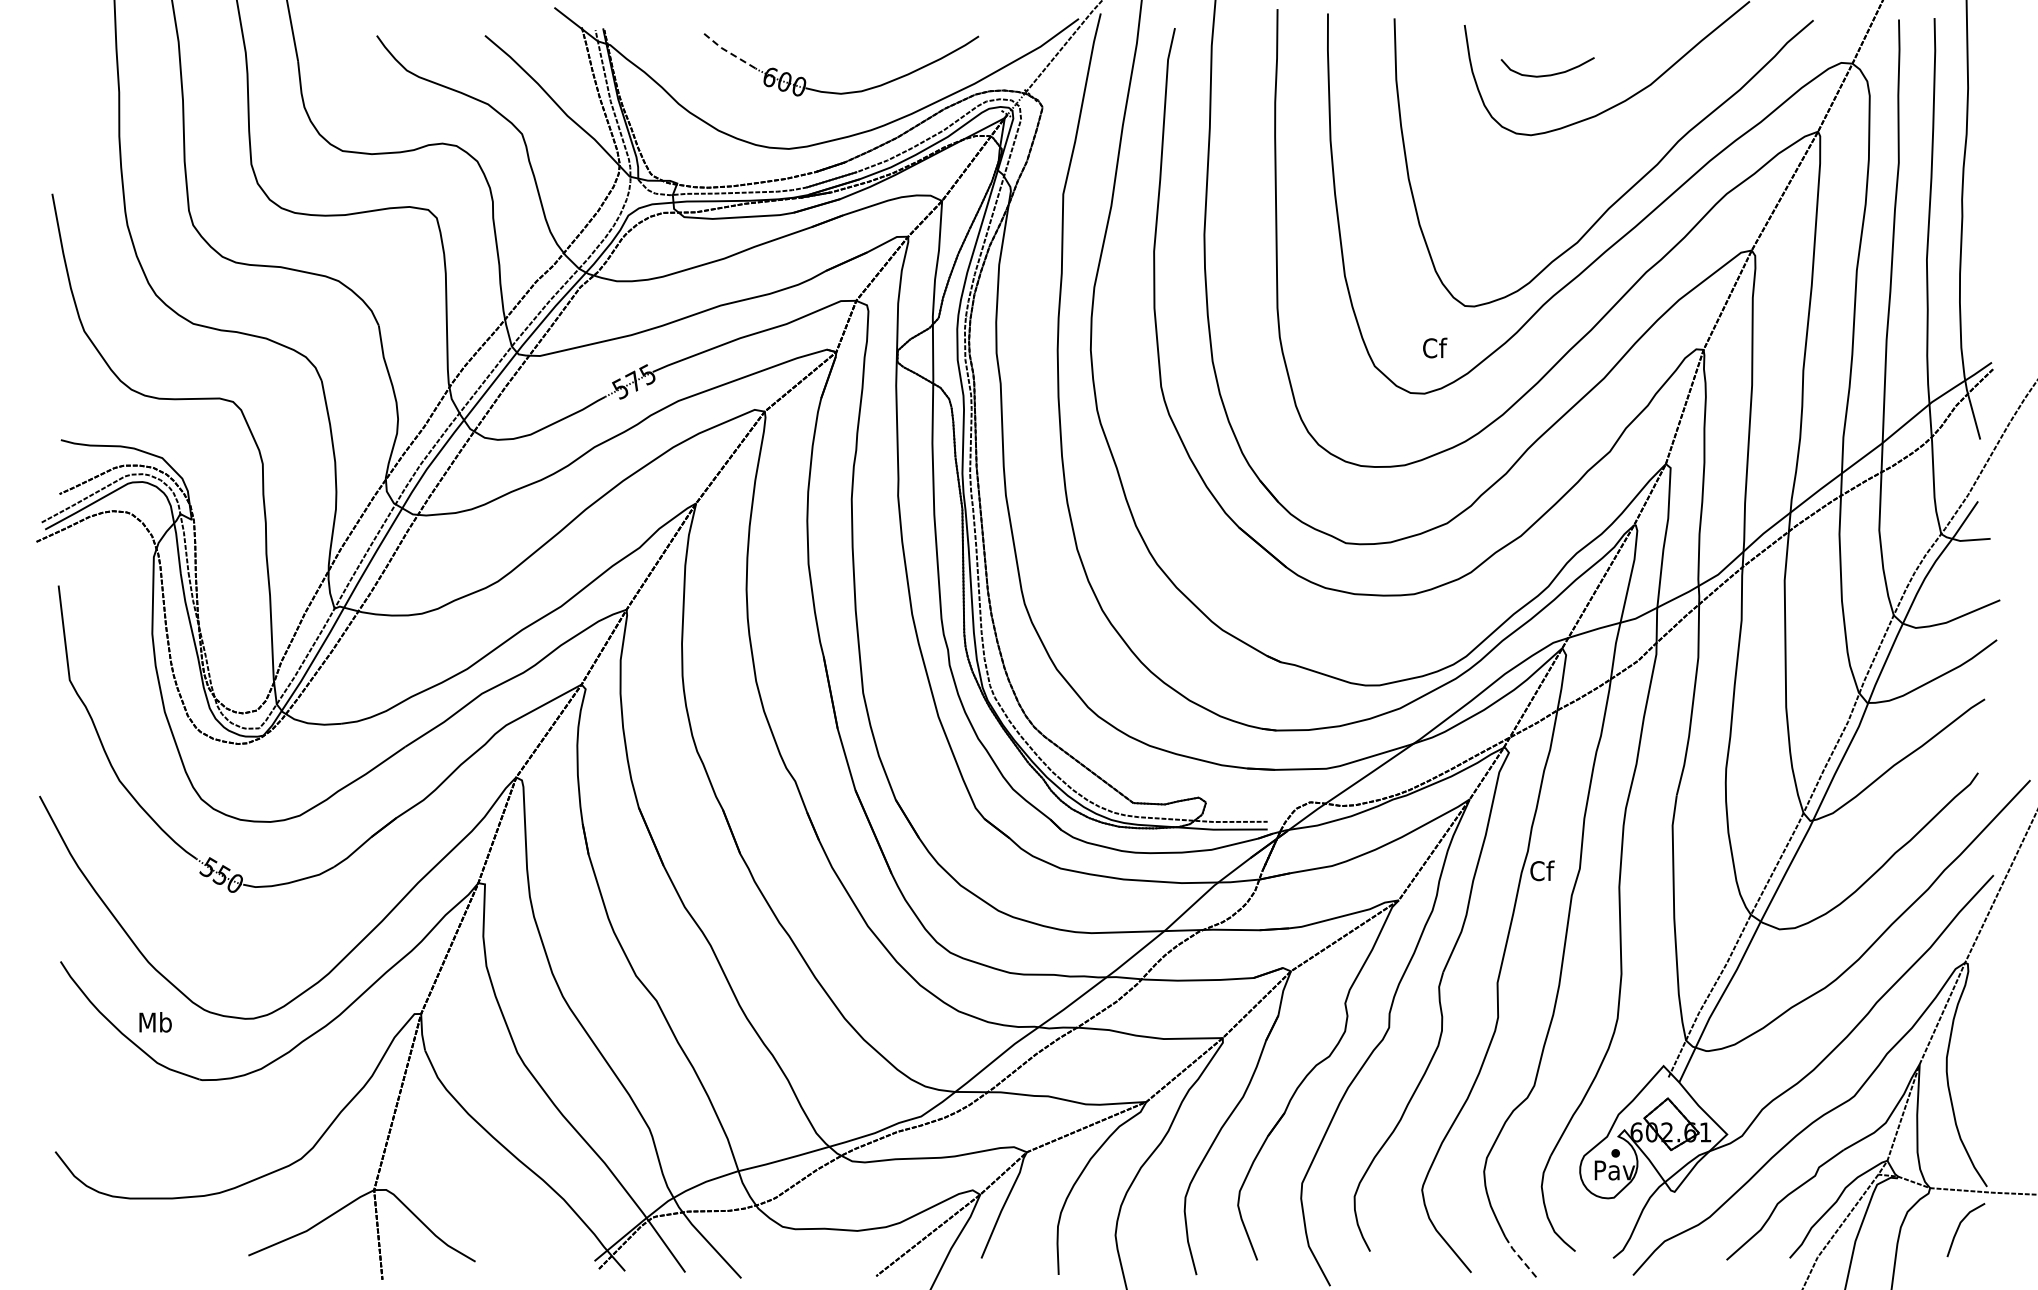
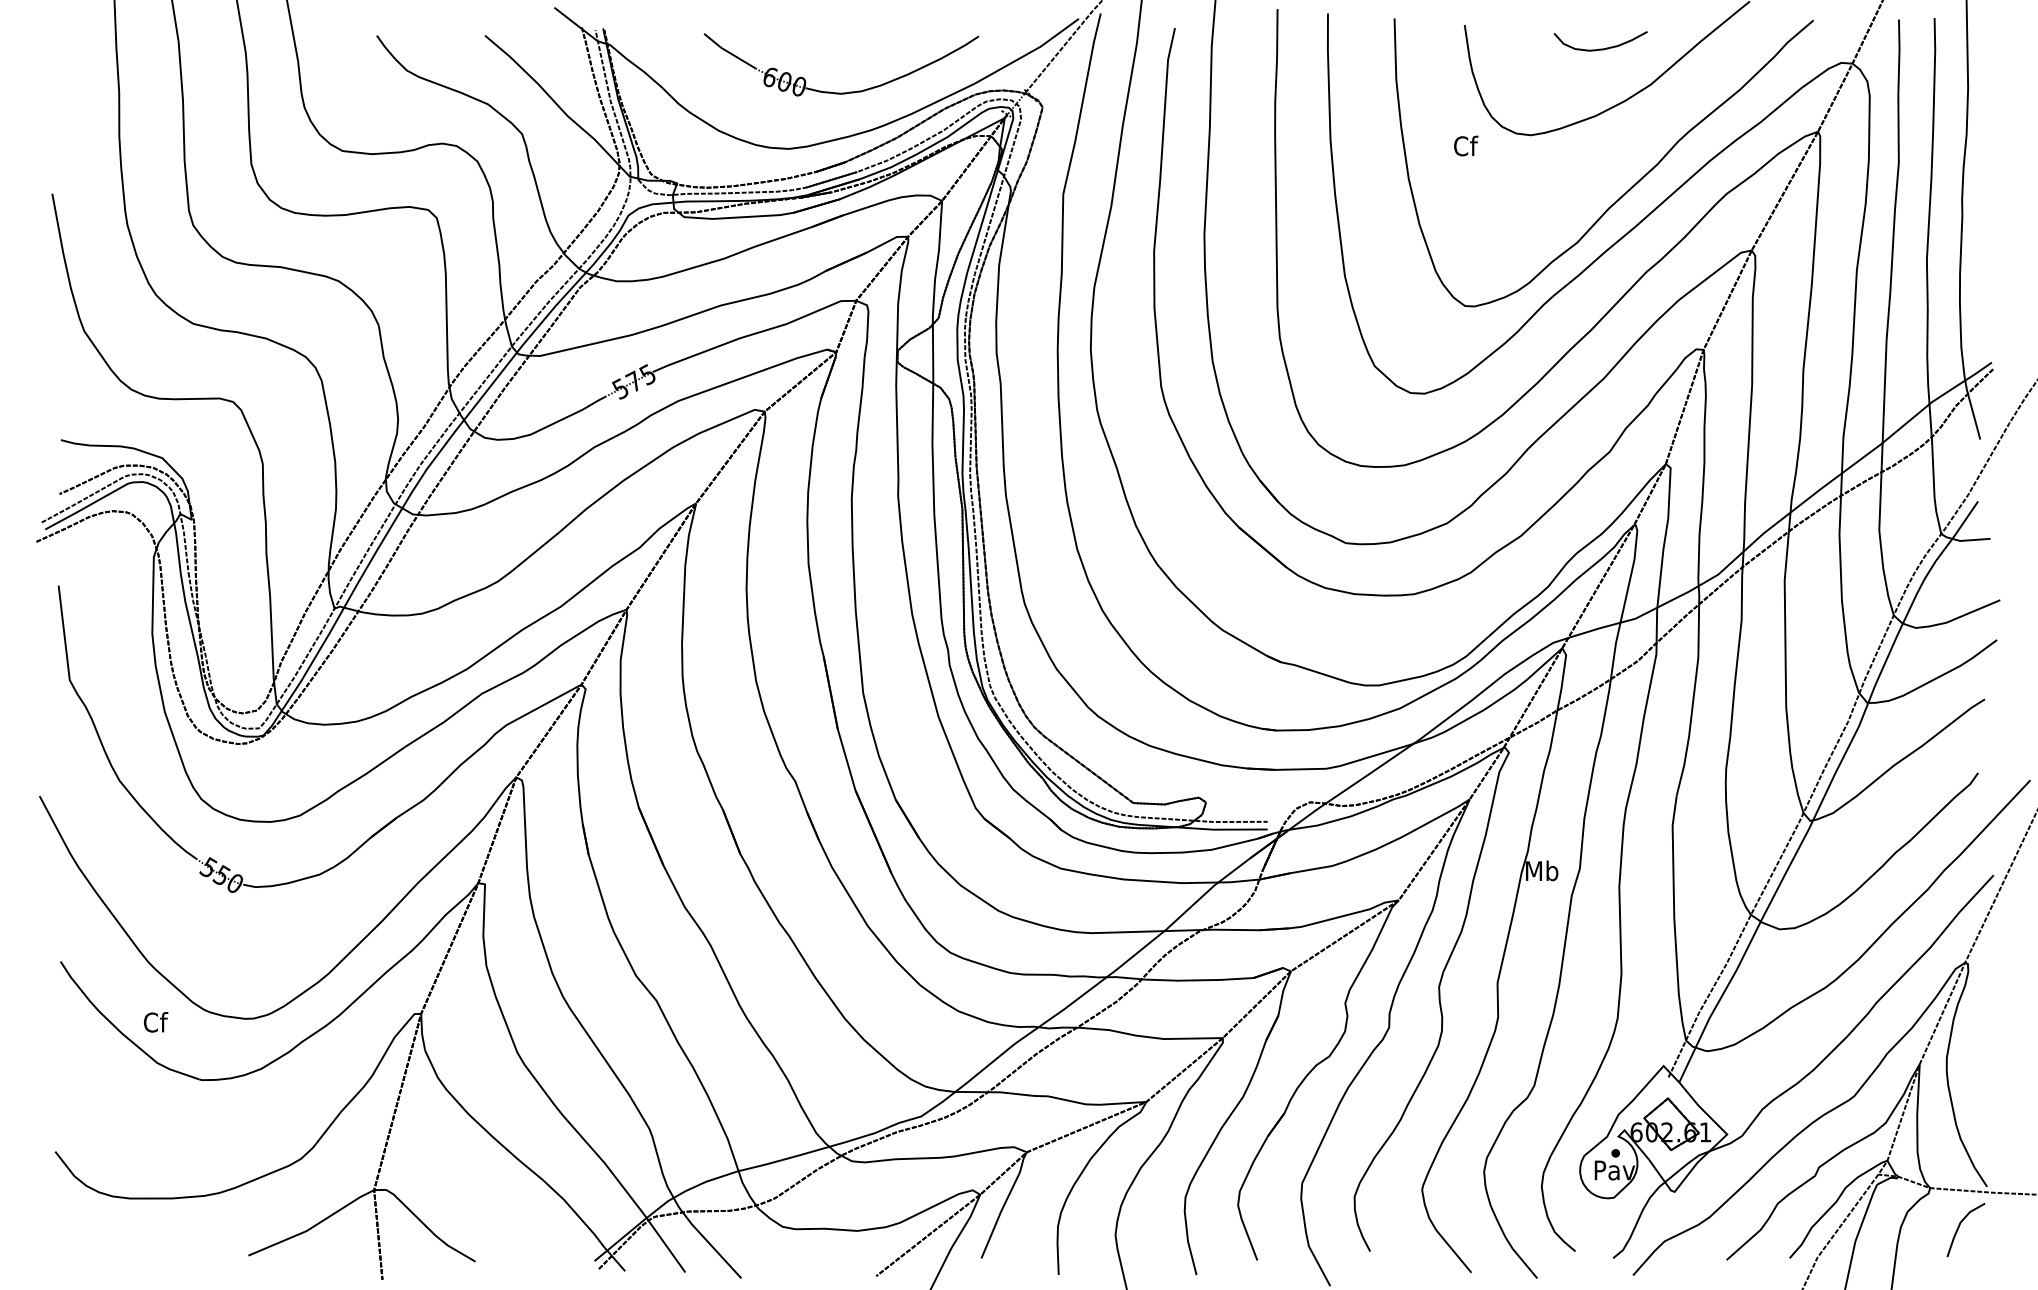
line at (728, 52): dashed -> solid
curve at (1547, 74) position: (1547, 74) -> (1600, 48)
text at (1435, 347) position: (1435, 347) -> (1466, 145)
text at (1542, 870): Cf -> Mb
text at (155, 1022): Mb -> Cf
line at (1520, 1257): dashed -> solid
